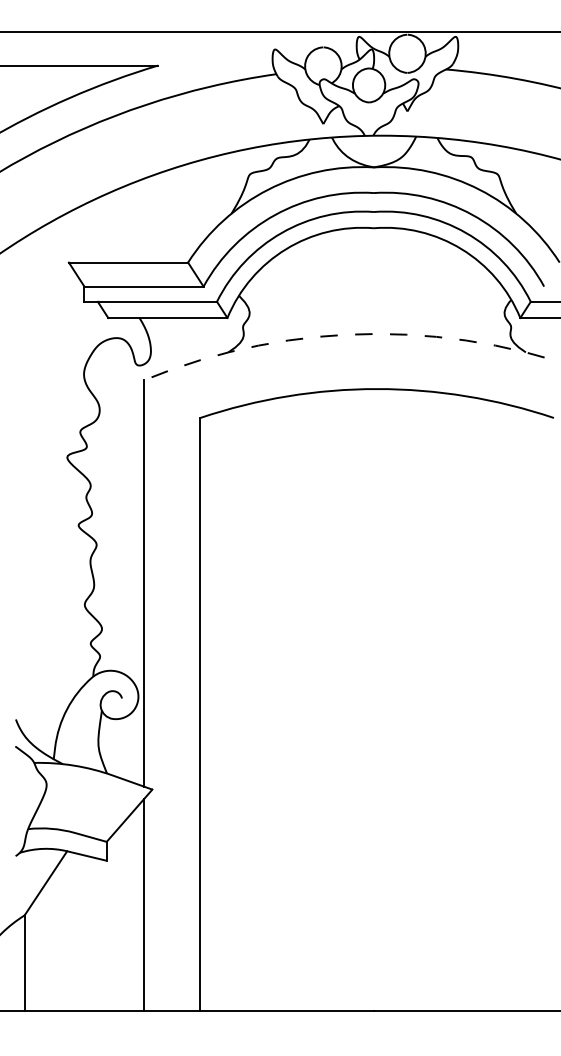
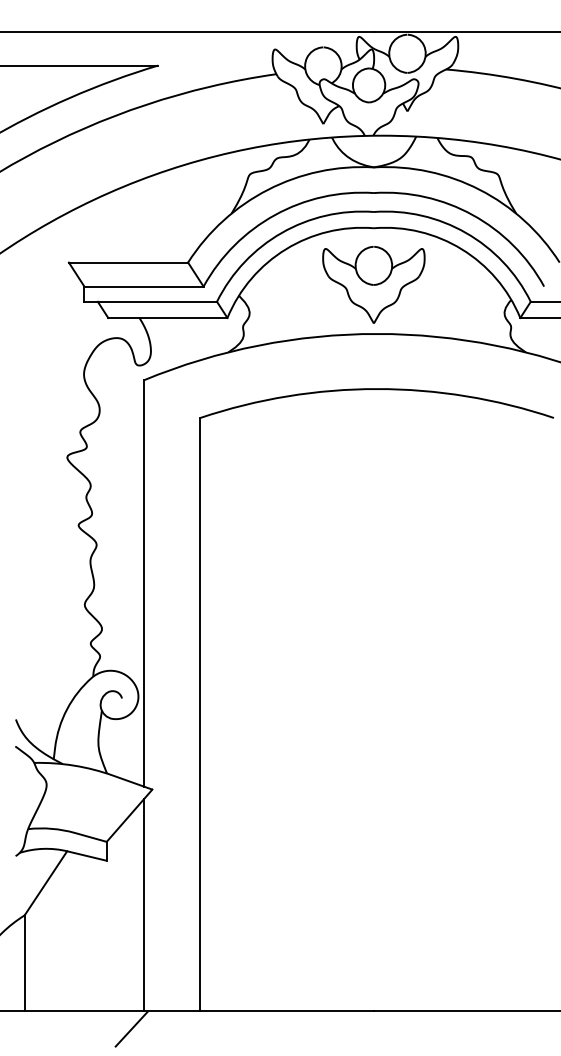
part at (373, 284): none -> present
arc at (349, 334): dashed -> solid
line at (131, 1028): none -> present
